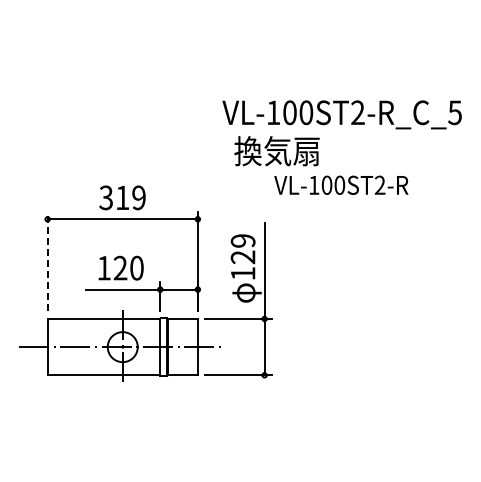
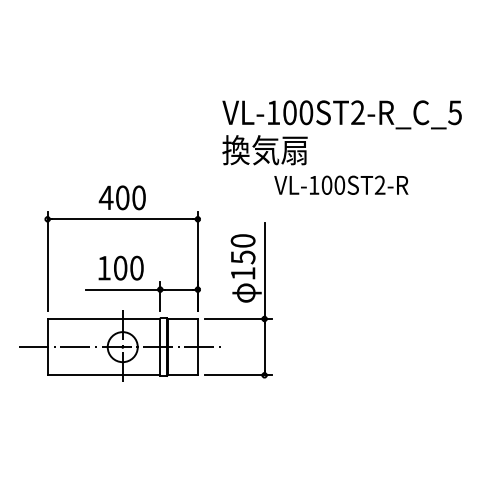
text at (276, 151) position: (276, 151) -> (264, 150)
text at (121, 197): 319 -> 400
text at (242, 249): 129 -> 150
line at (47, 261): dashed -> solid
text at (120, 267): 120 -> 100
